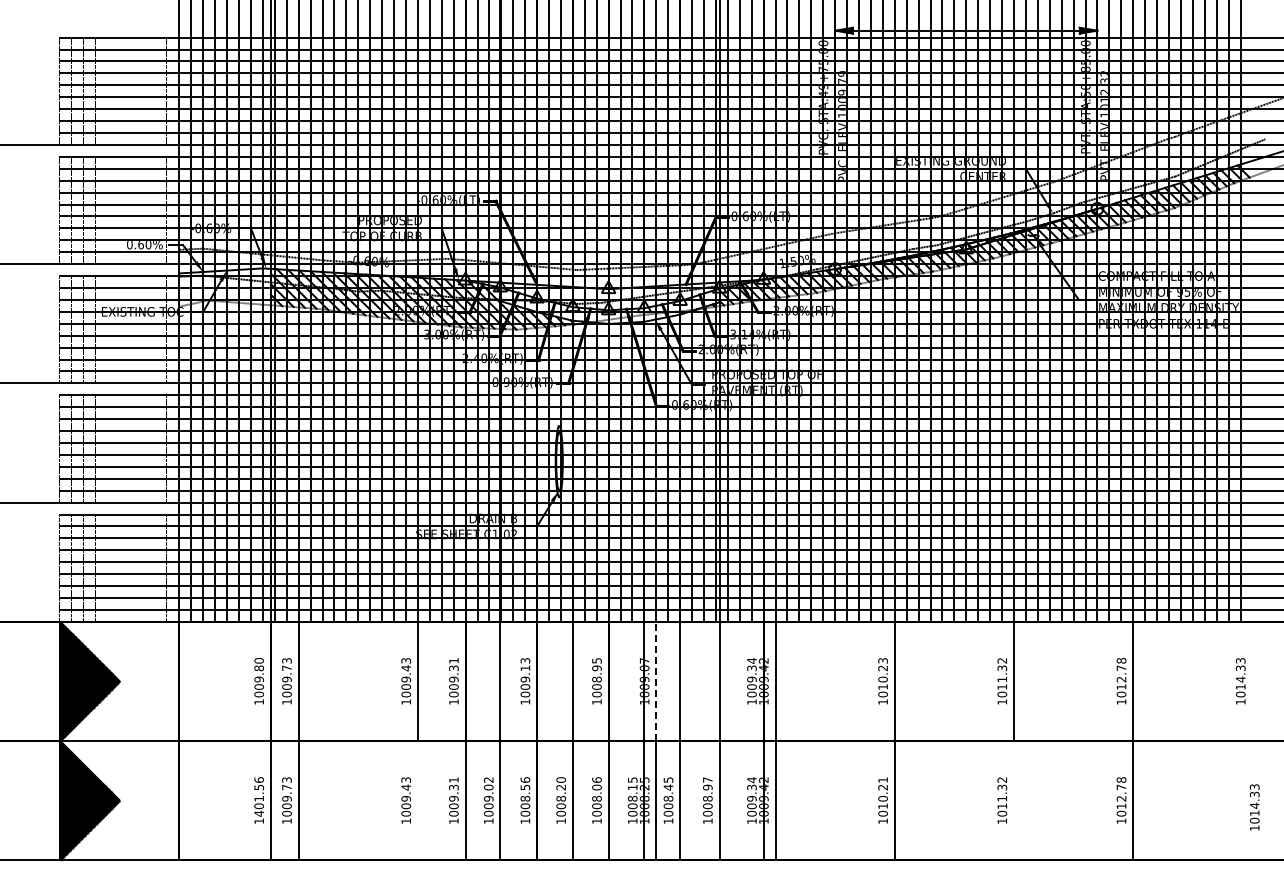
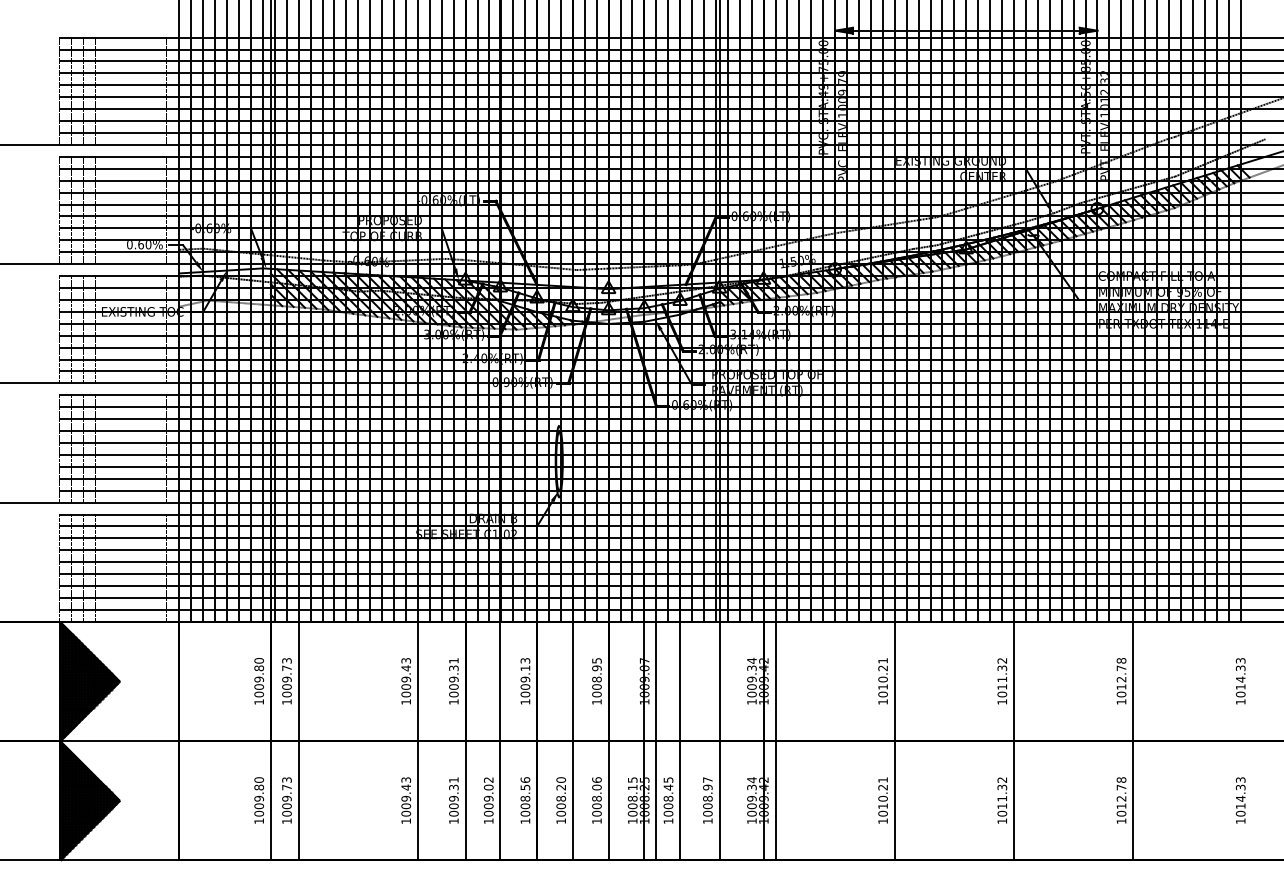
text at (882, 660): 1010.23 -> 1010.21
line at (656, 681): dashed -> solid
text at (259, 796): 1401.56 -> 1009.80
line at (417, 800): none -> present
line at (1013, 800): none -> present
text at (1254, 807) position: (1254, 807) -> (1240, 800)
